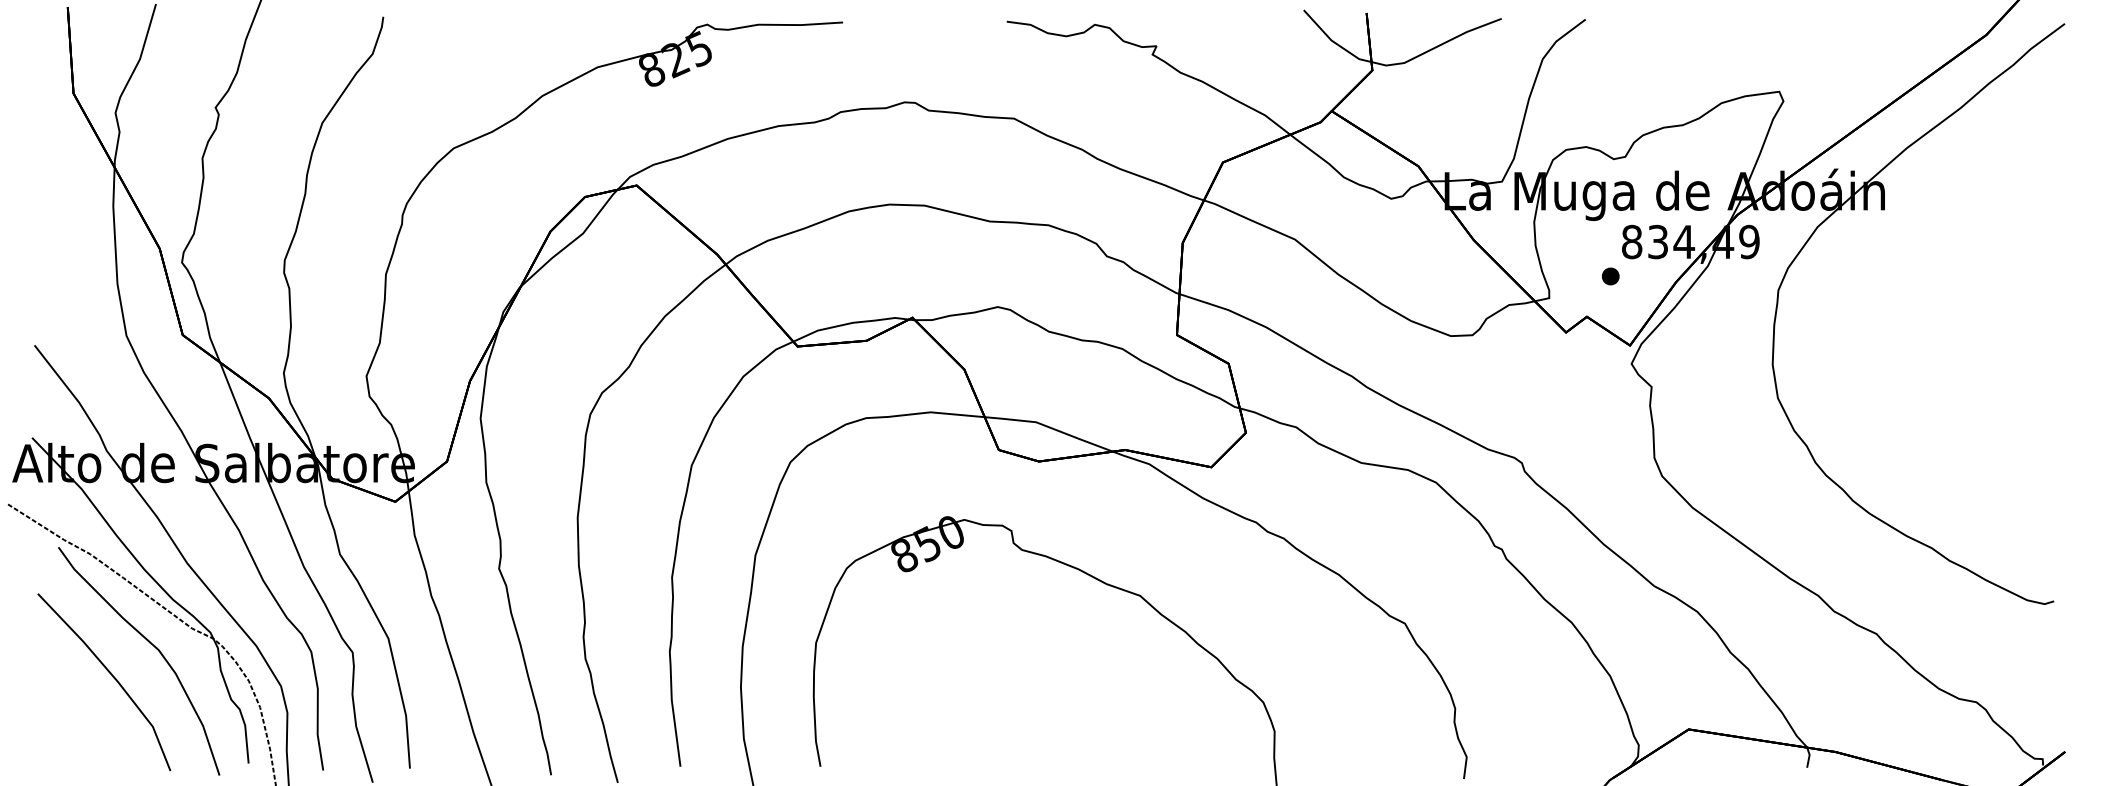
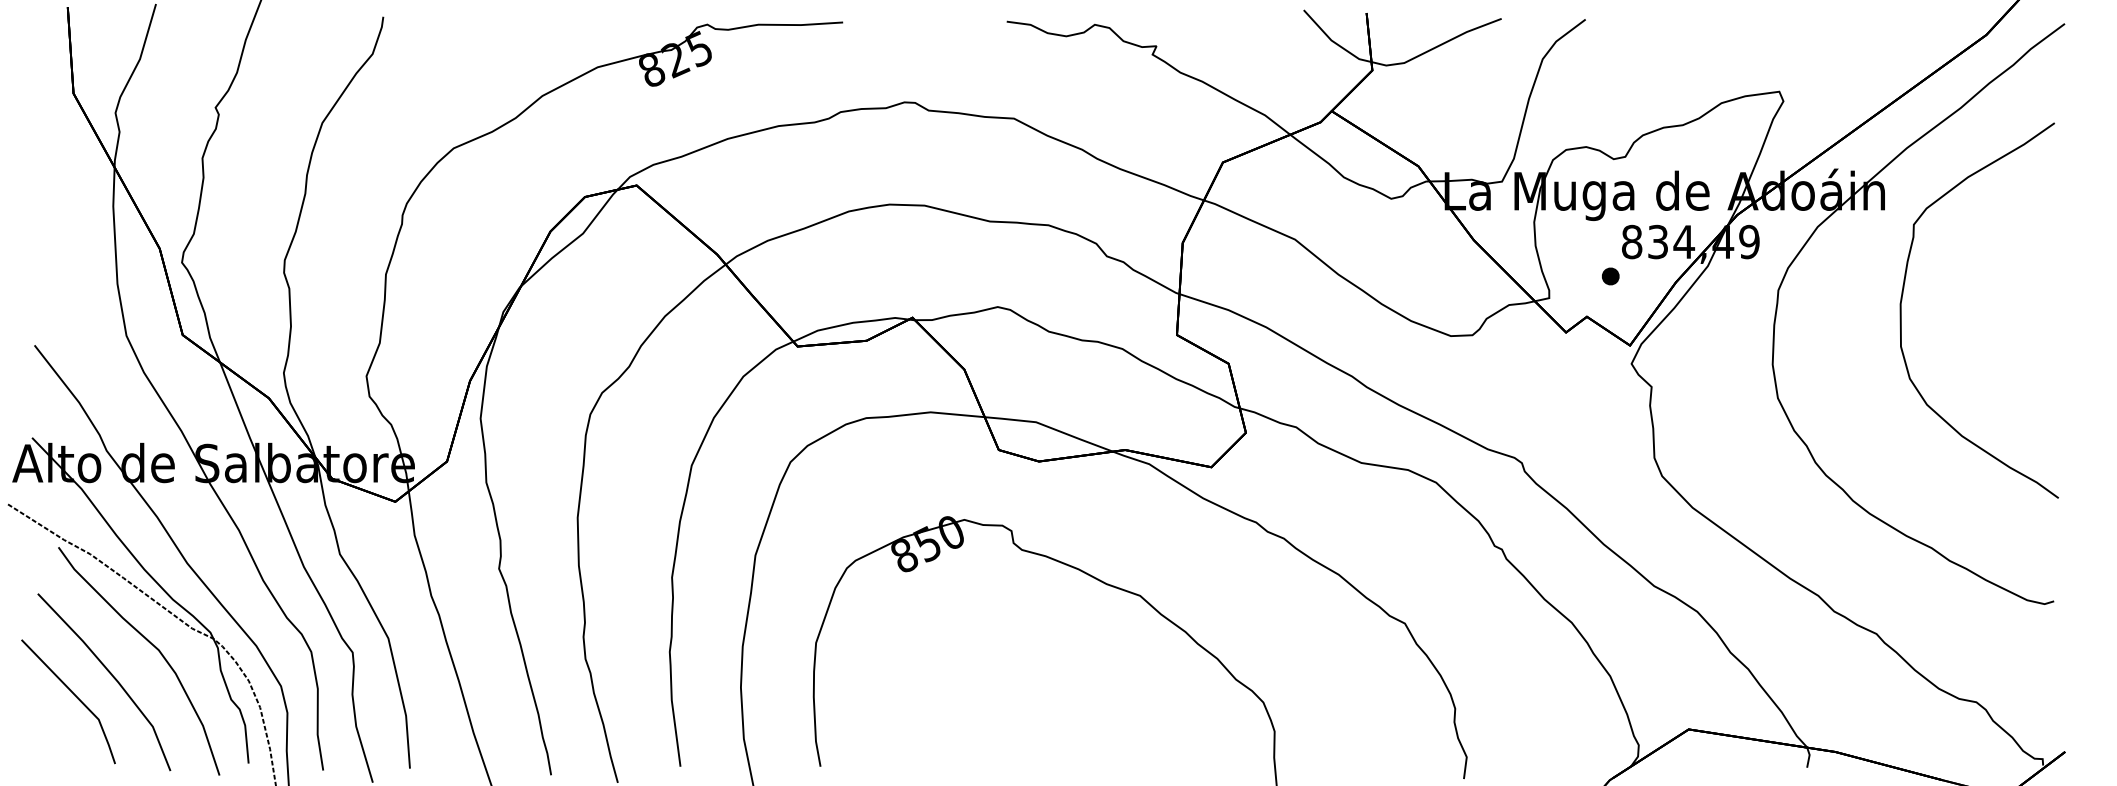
curve at (1902, 300): none -> present
line at (74, 695): none -> present
